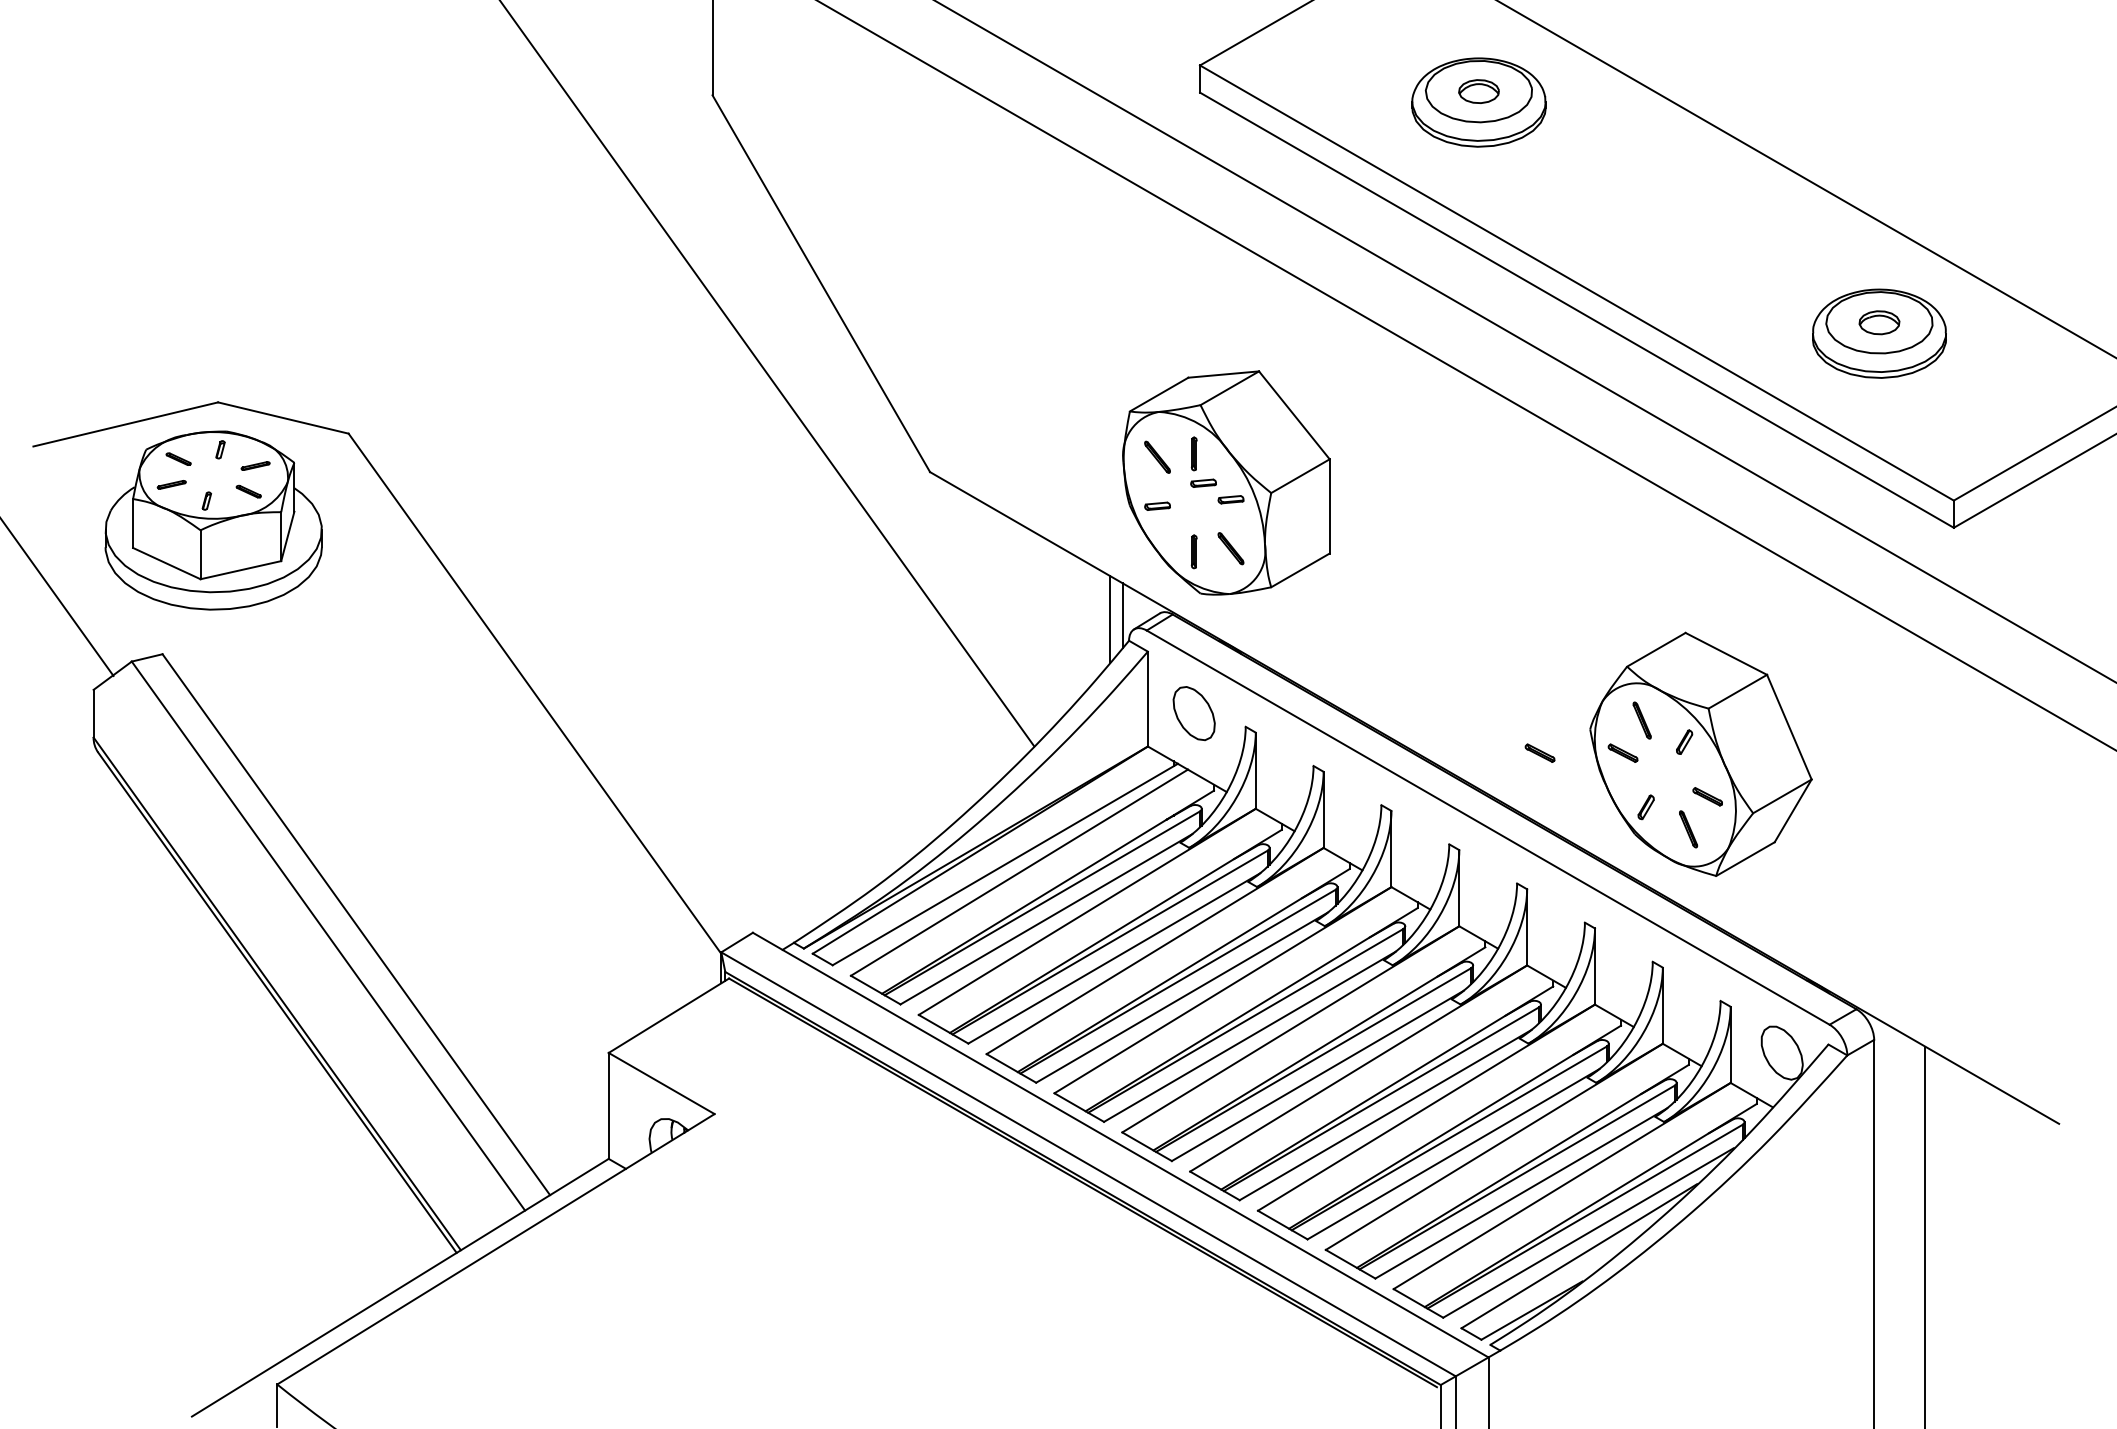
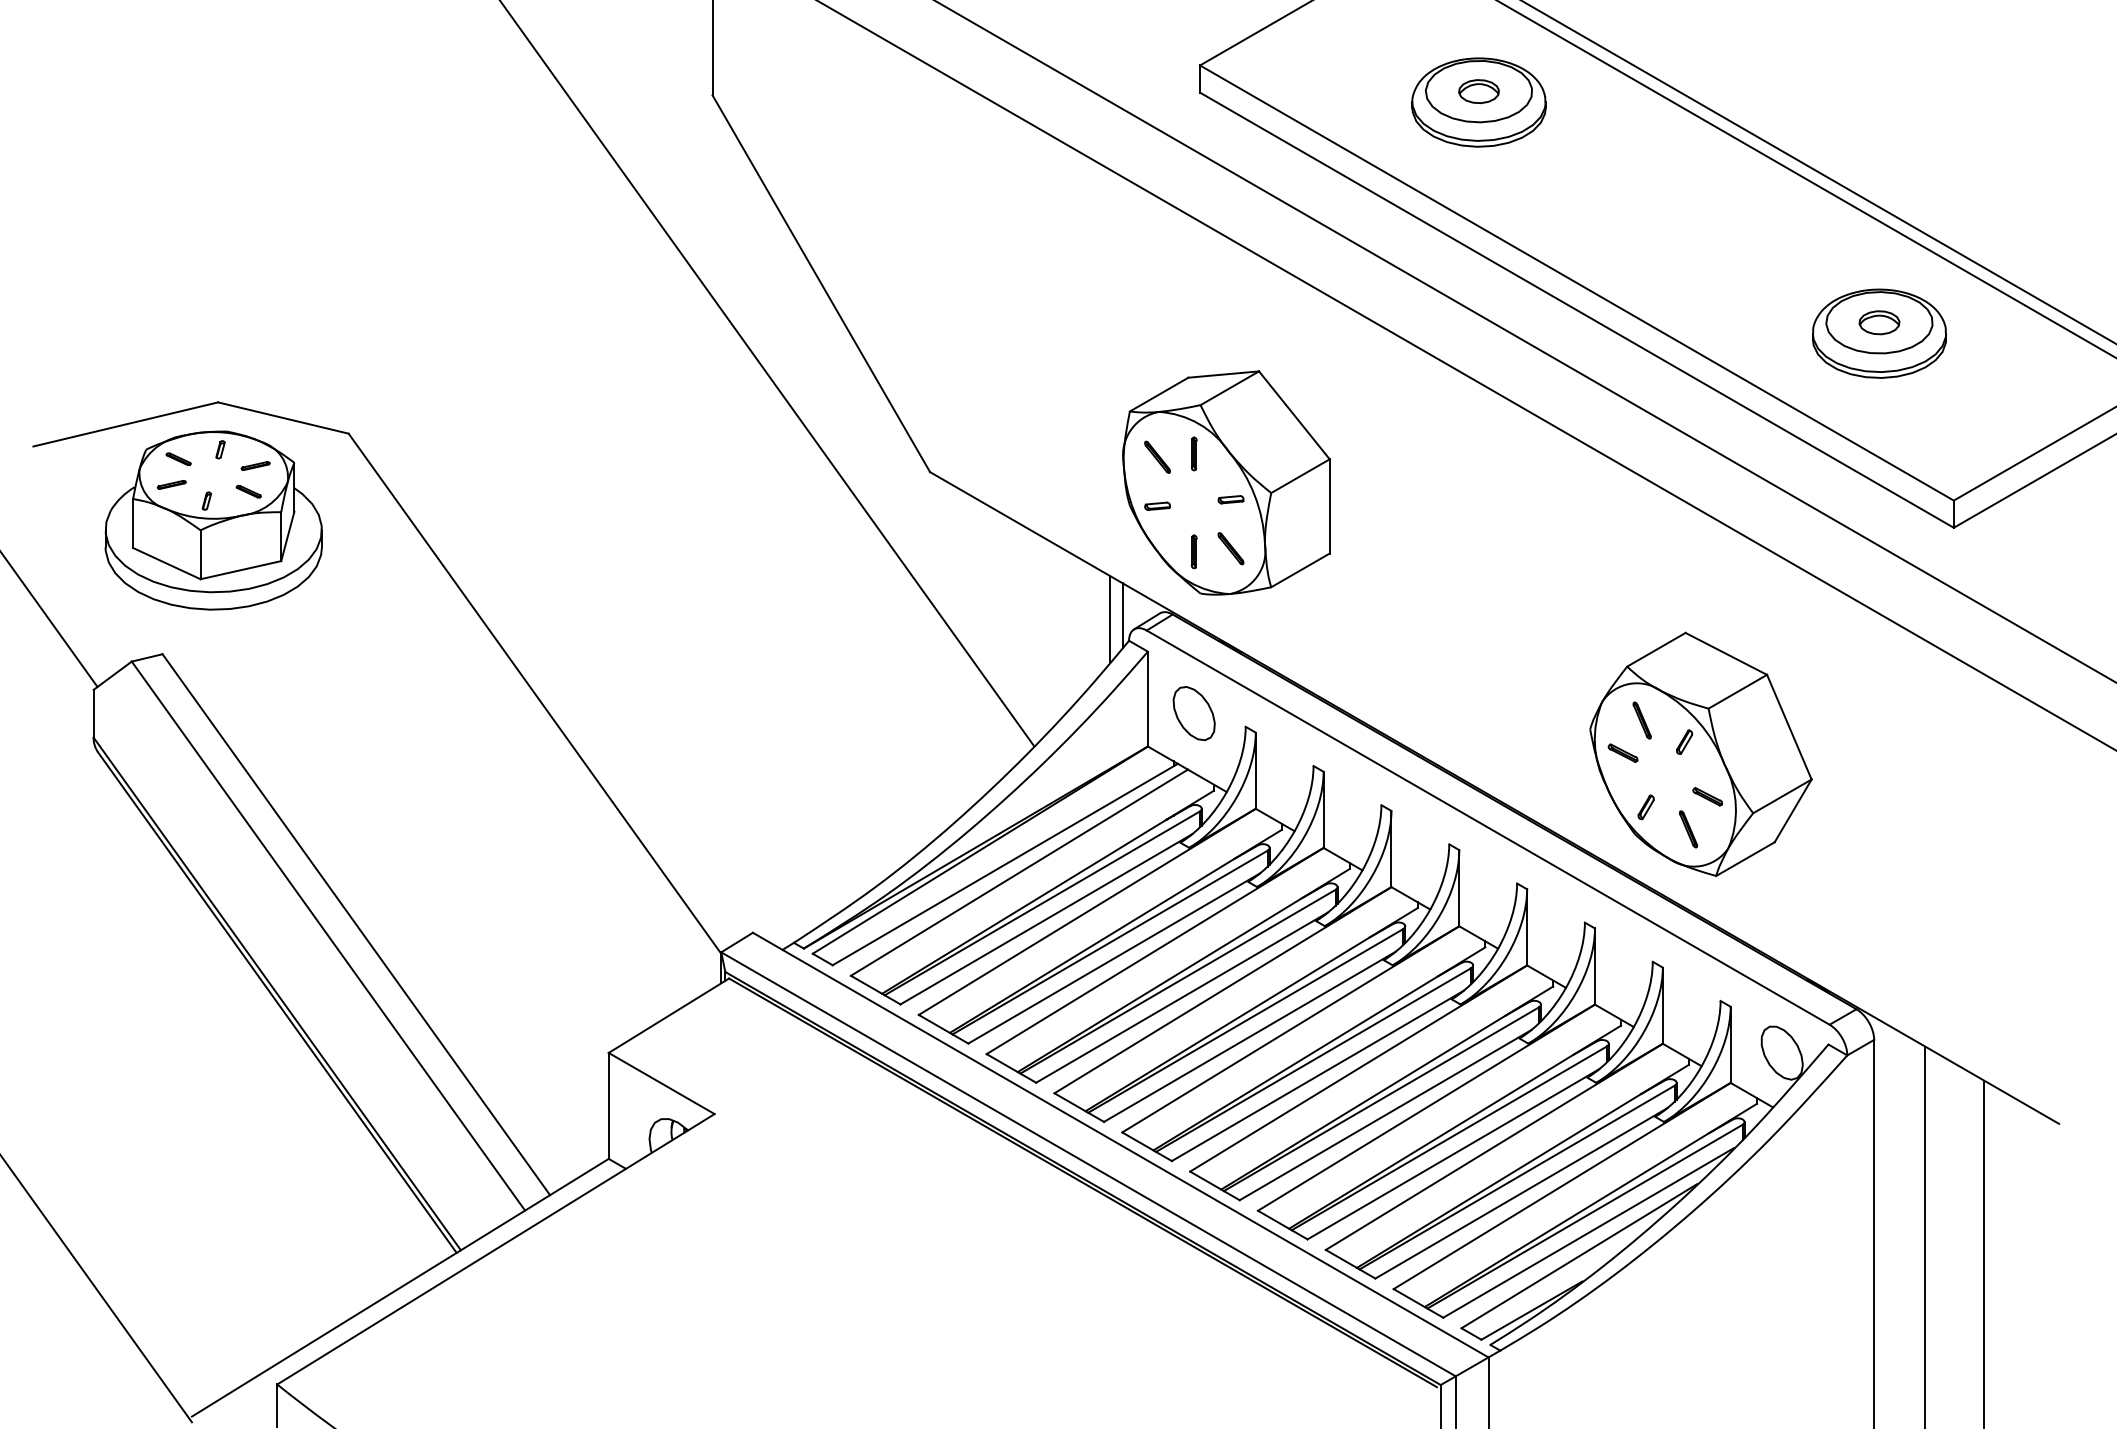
line at (1818, 172): none -> present
part at (1203, 482): present -> none
line at (57, 597) position: (57, 597) -> (49, 620)
part at (1539, 752): present -> none
line at (1984, 1252): none -> present
line at (96, 1289): none -> present
